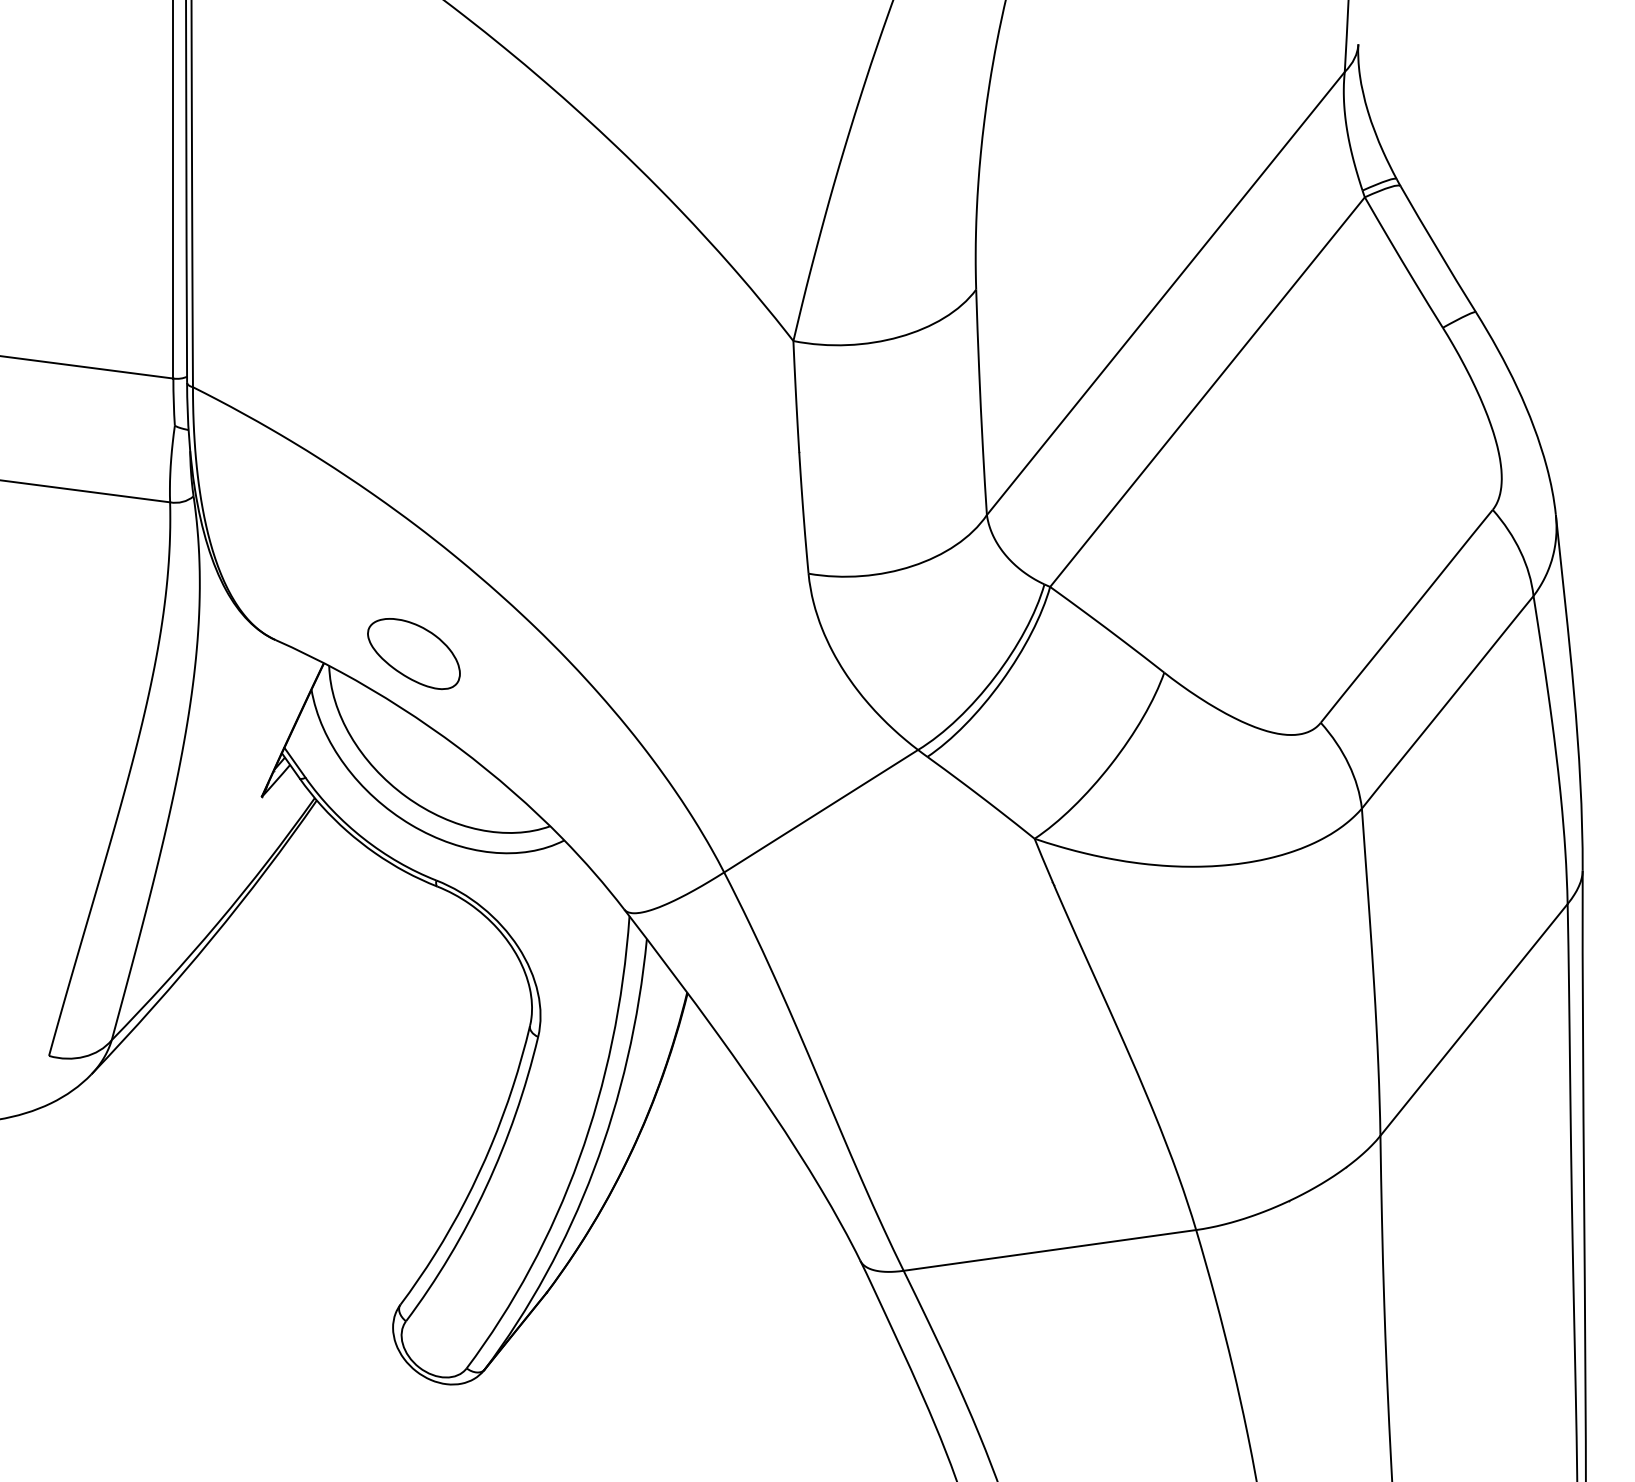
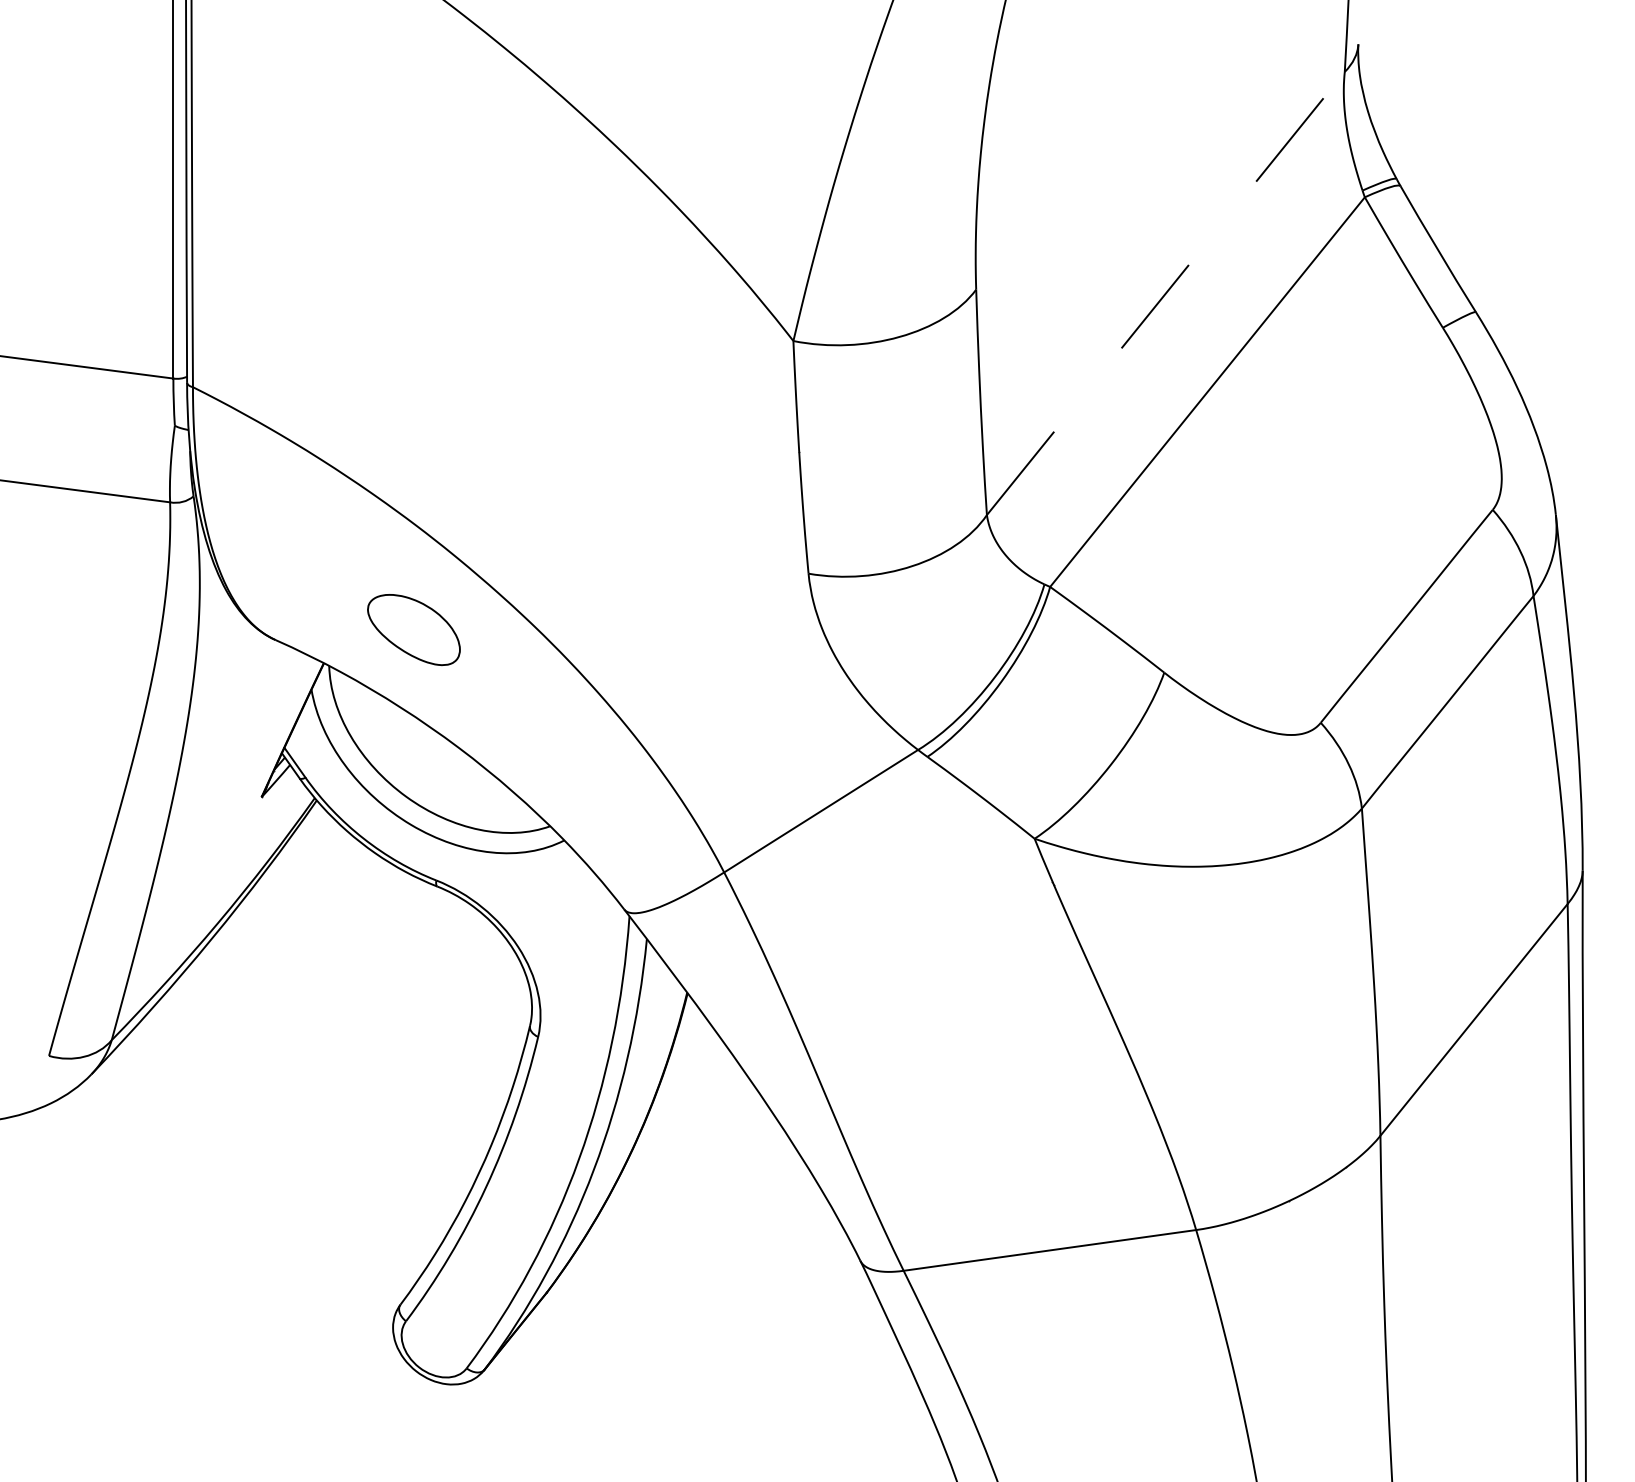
line at (1165, 293): solid -> dashed
part at (413, 654) position: (413, 654) -> (413, 630)
